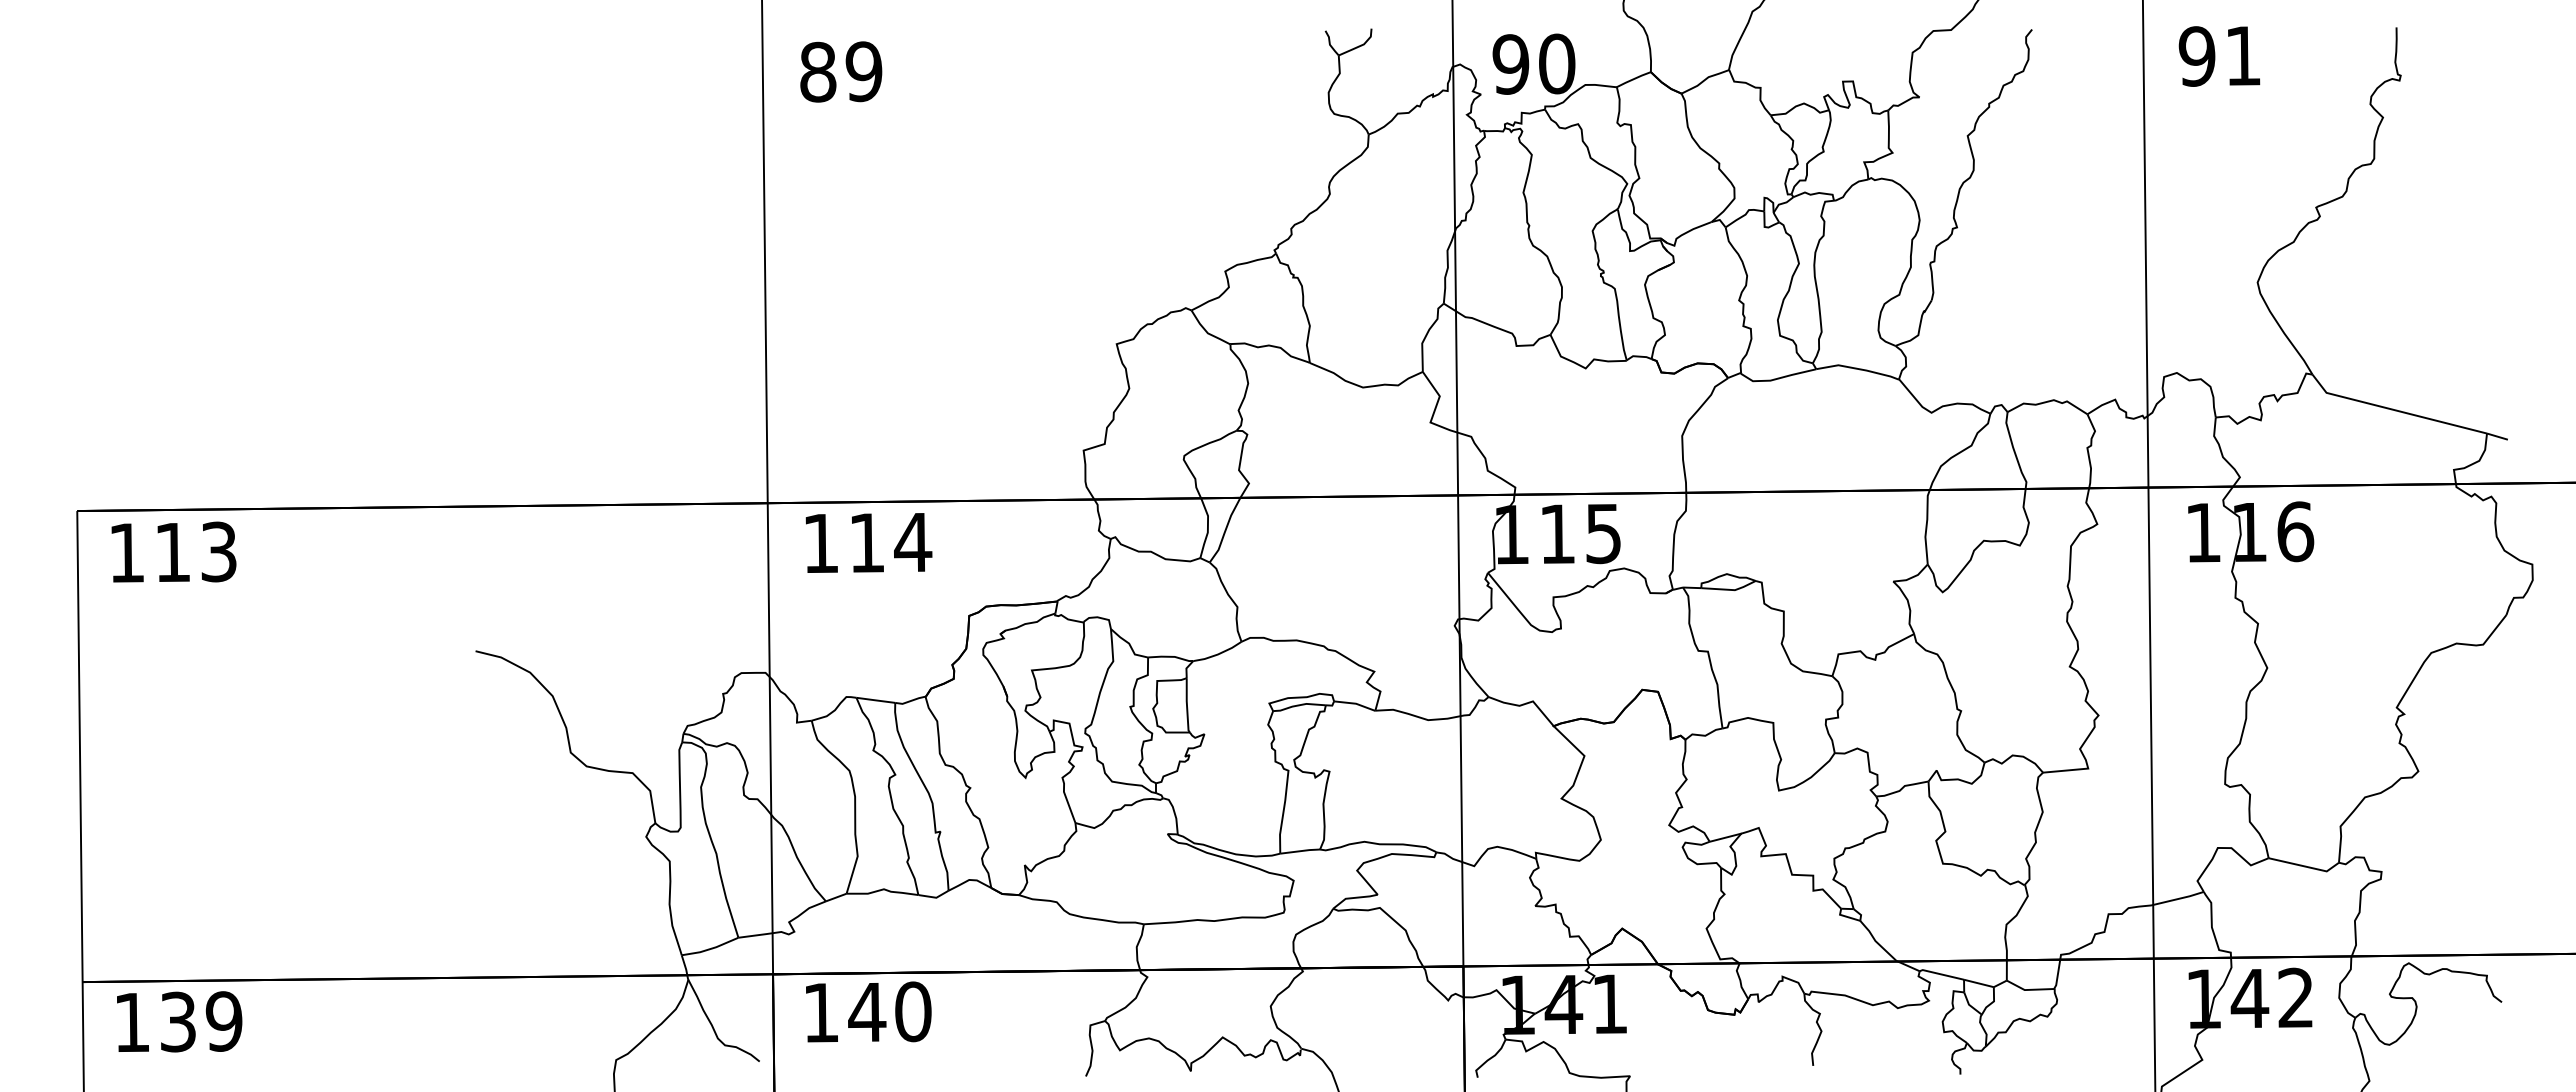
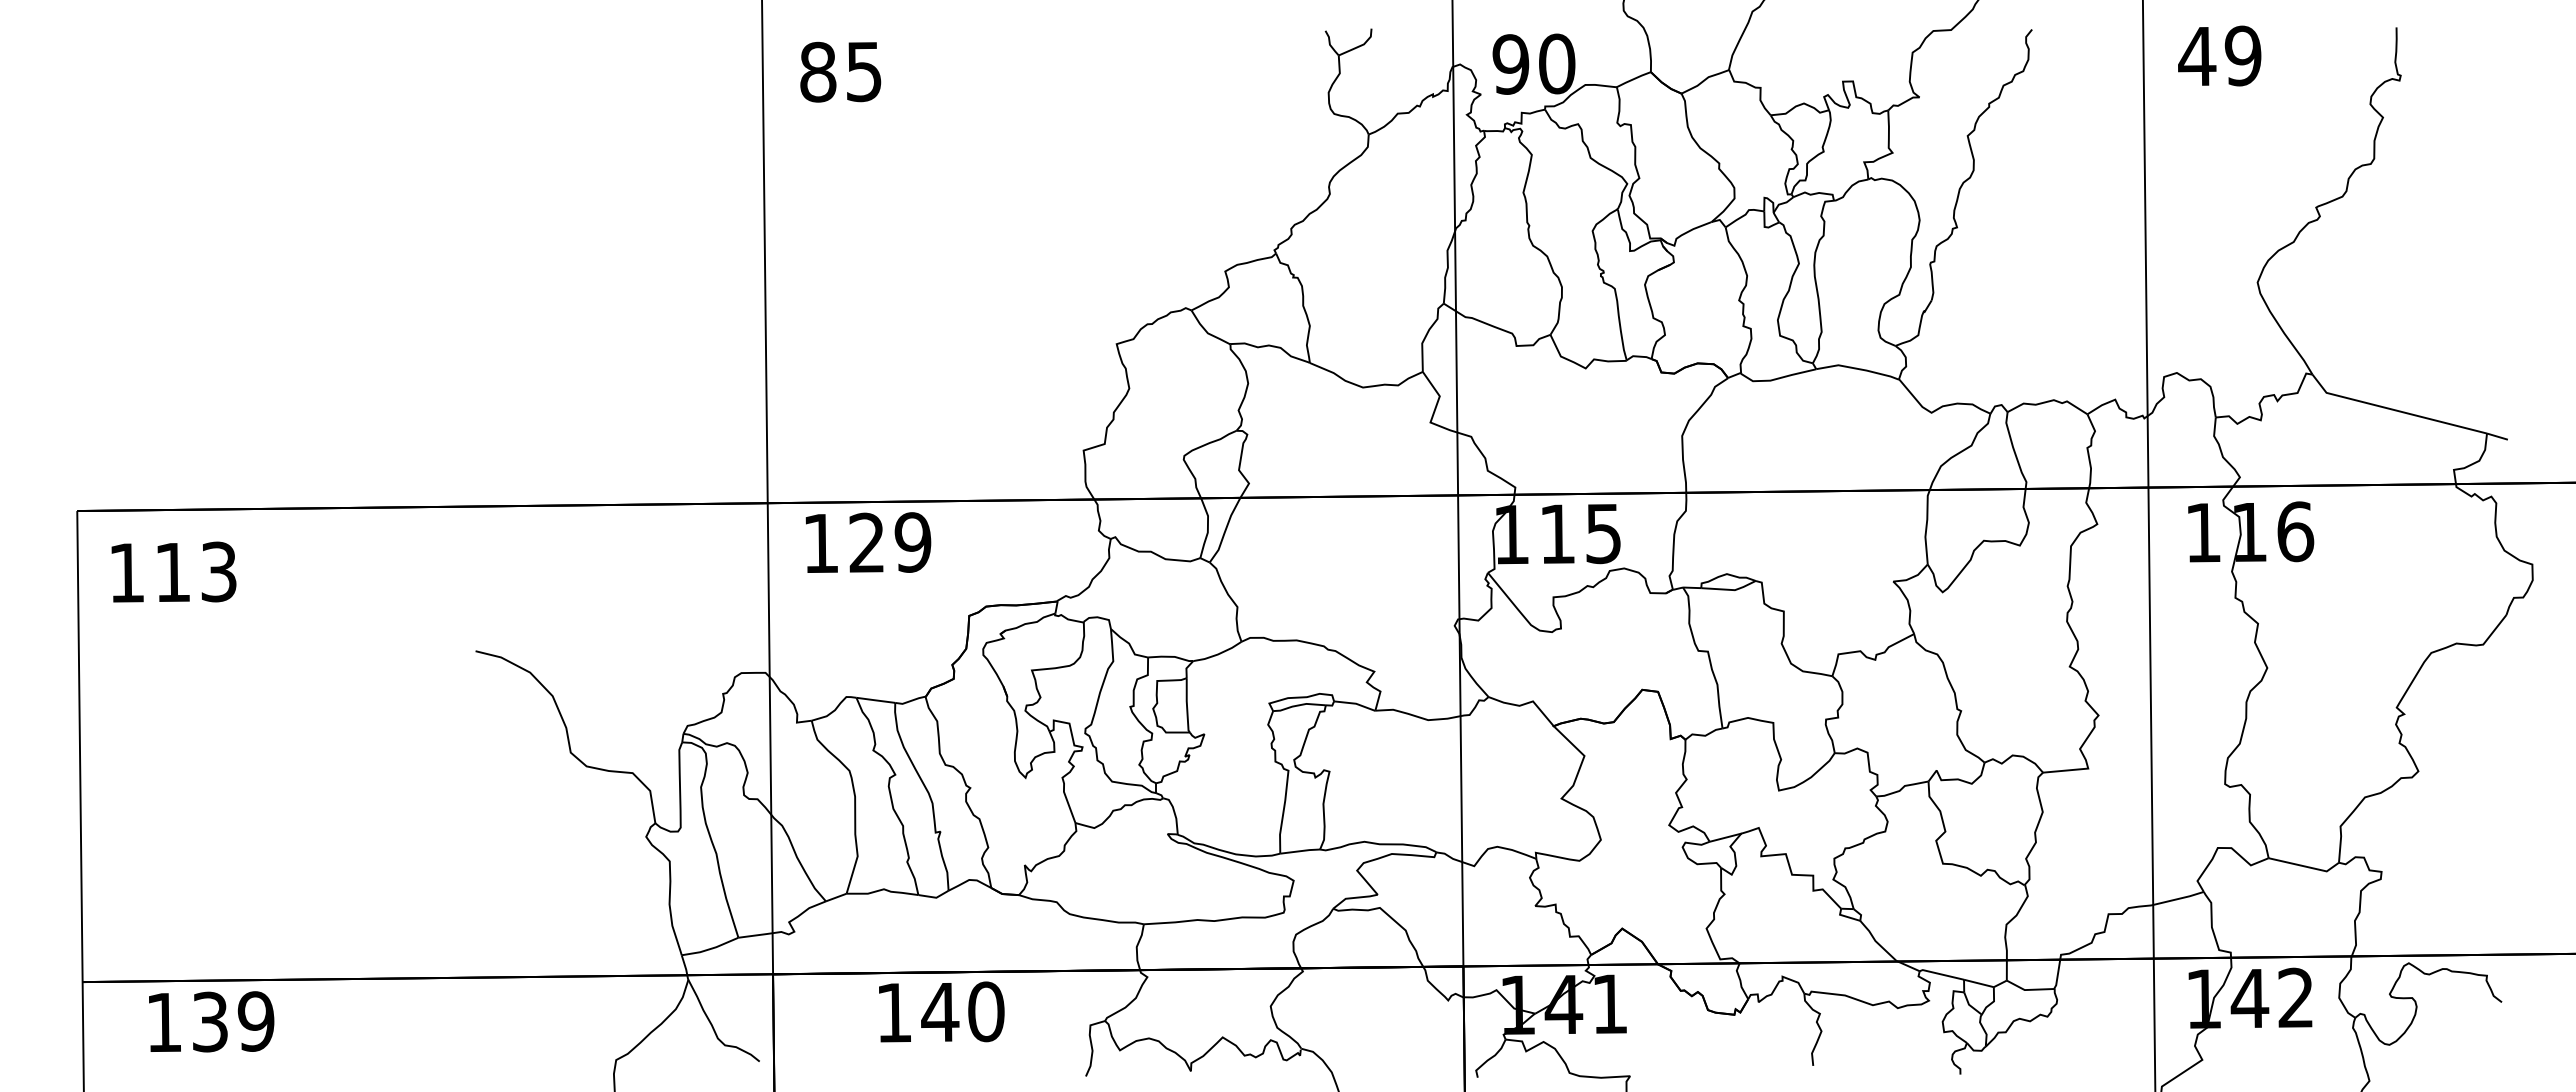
text at (2219, 55): 91 -> 49
text at (863, 71): 89 -> 85
text at (890, 542): 114 -> 129
text at (173, 551) position: (173, 551) -> (173, 571)
text at (868, 1011) position: (868, 1011) -> (941, 1011)
text at (179, 1021) position: (179, 1021) -> (211, 1021)
